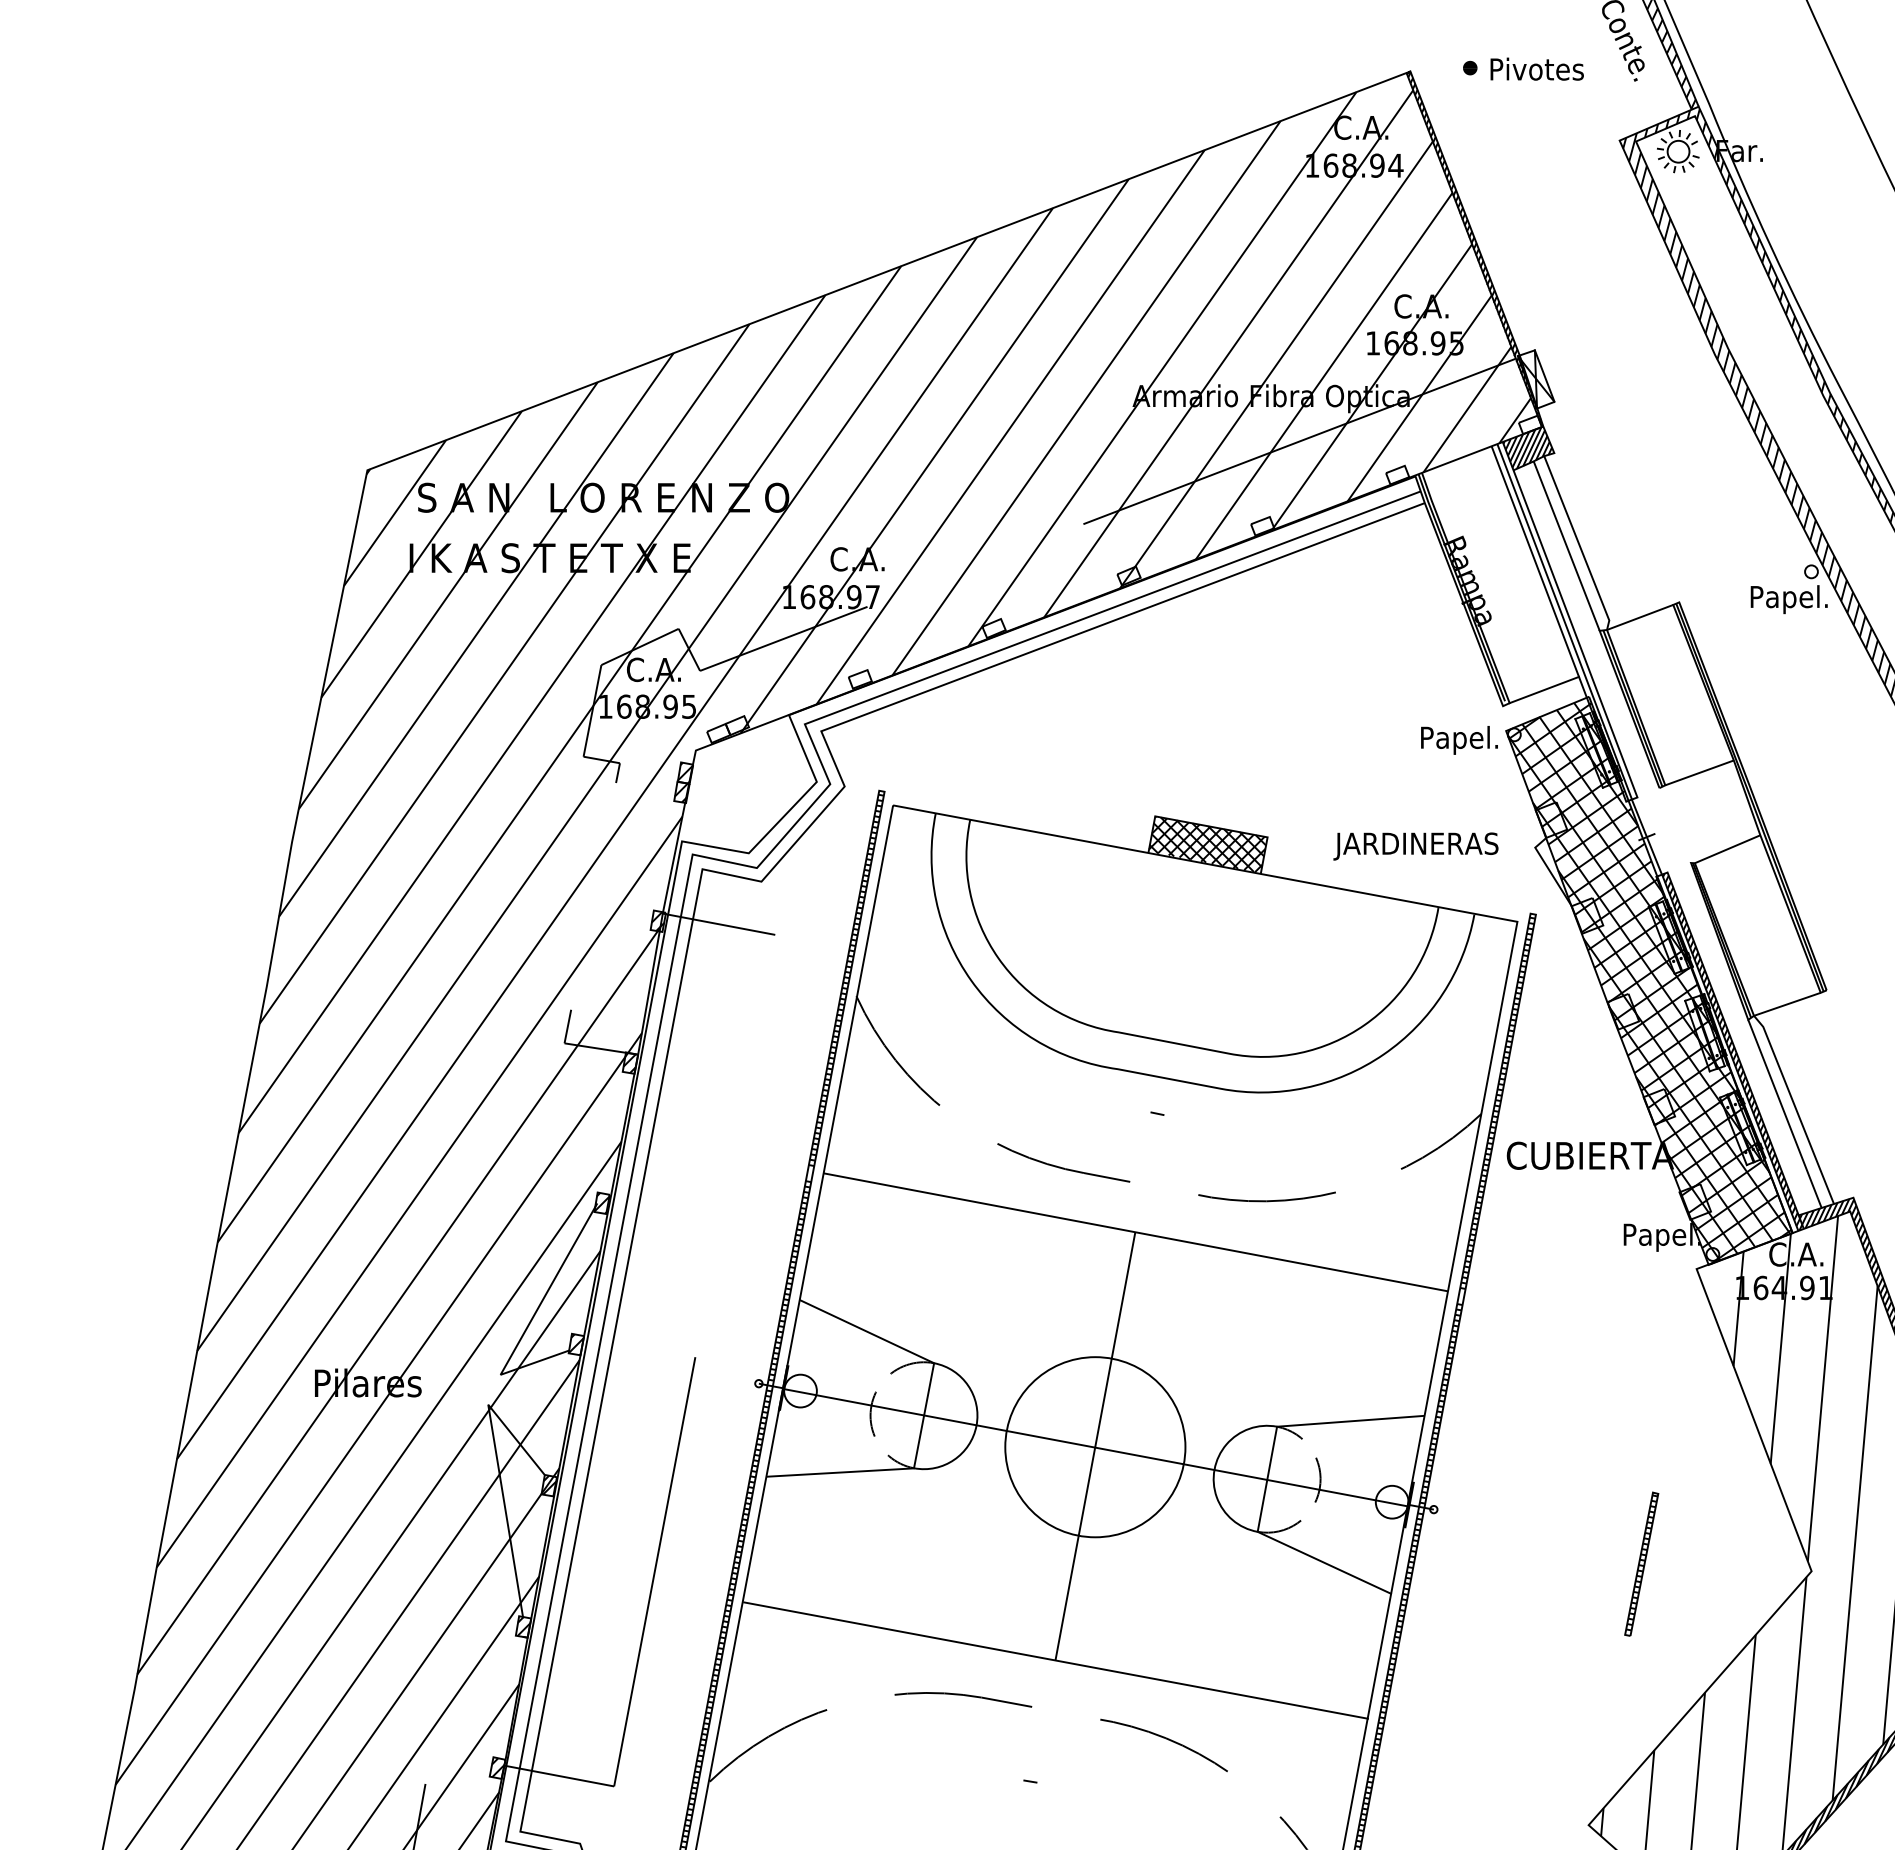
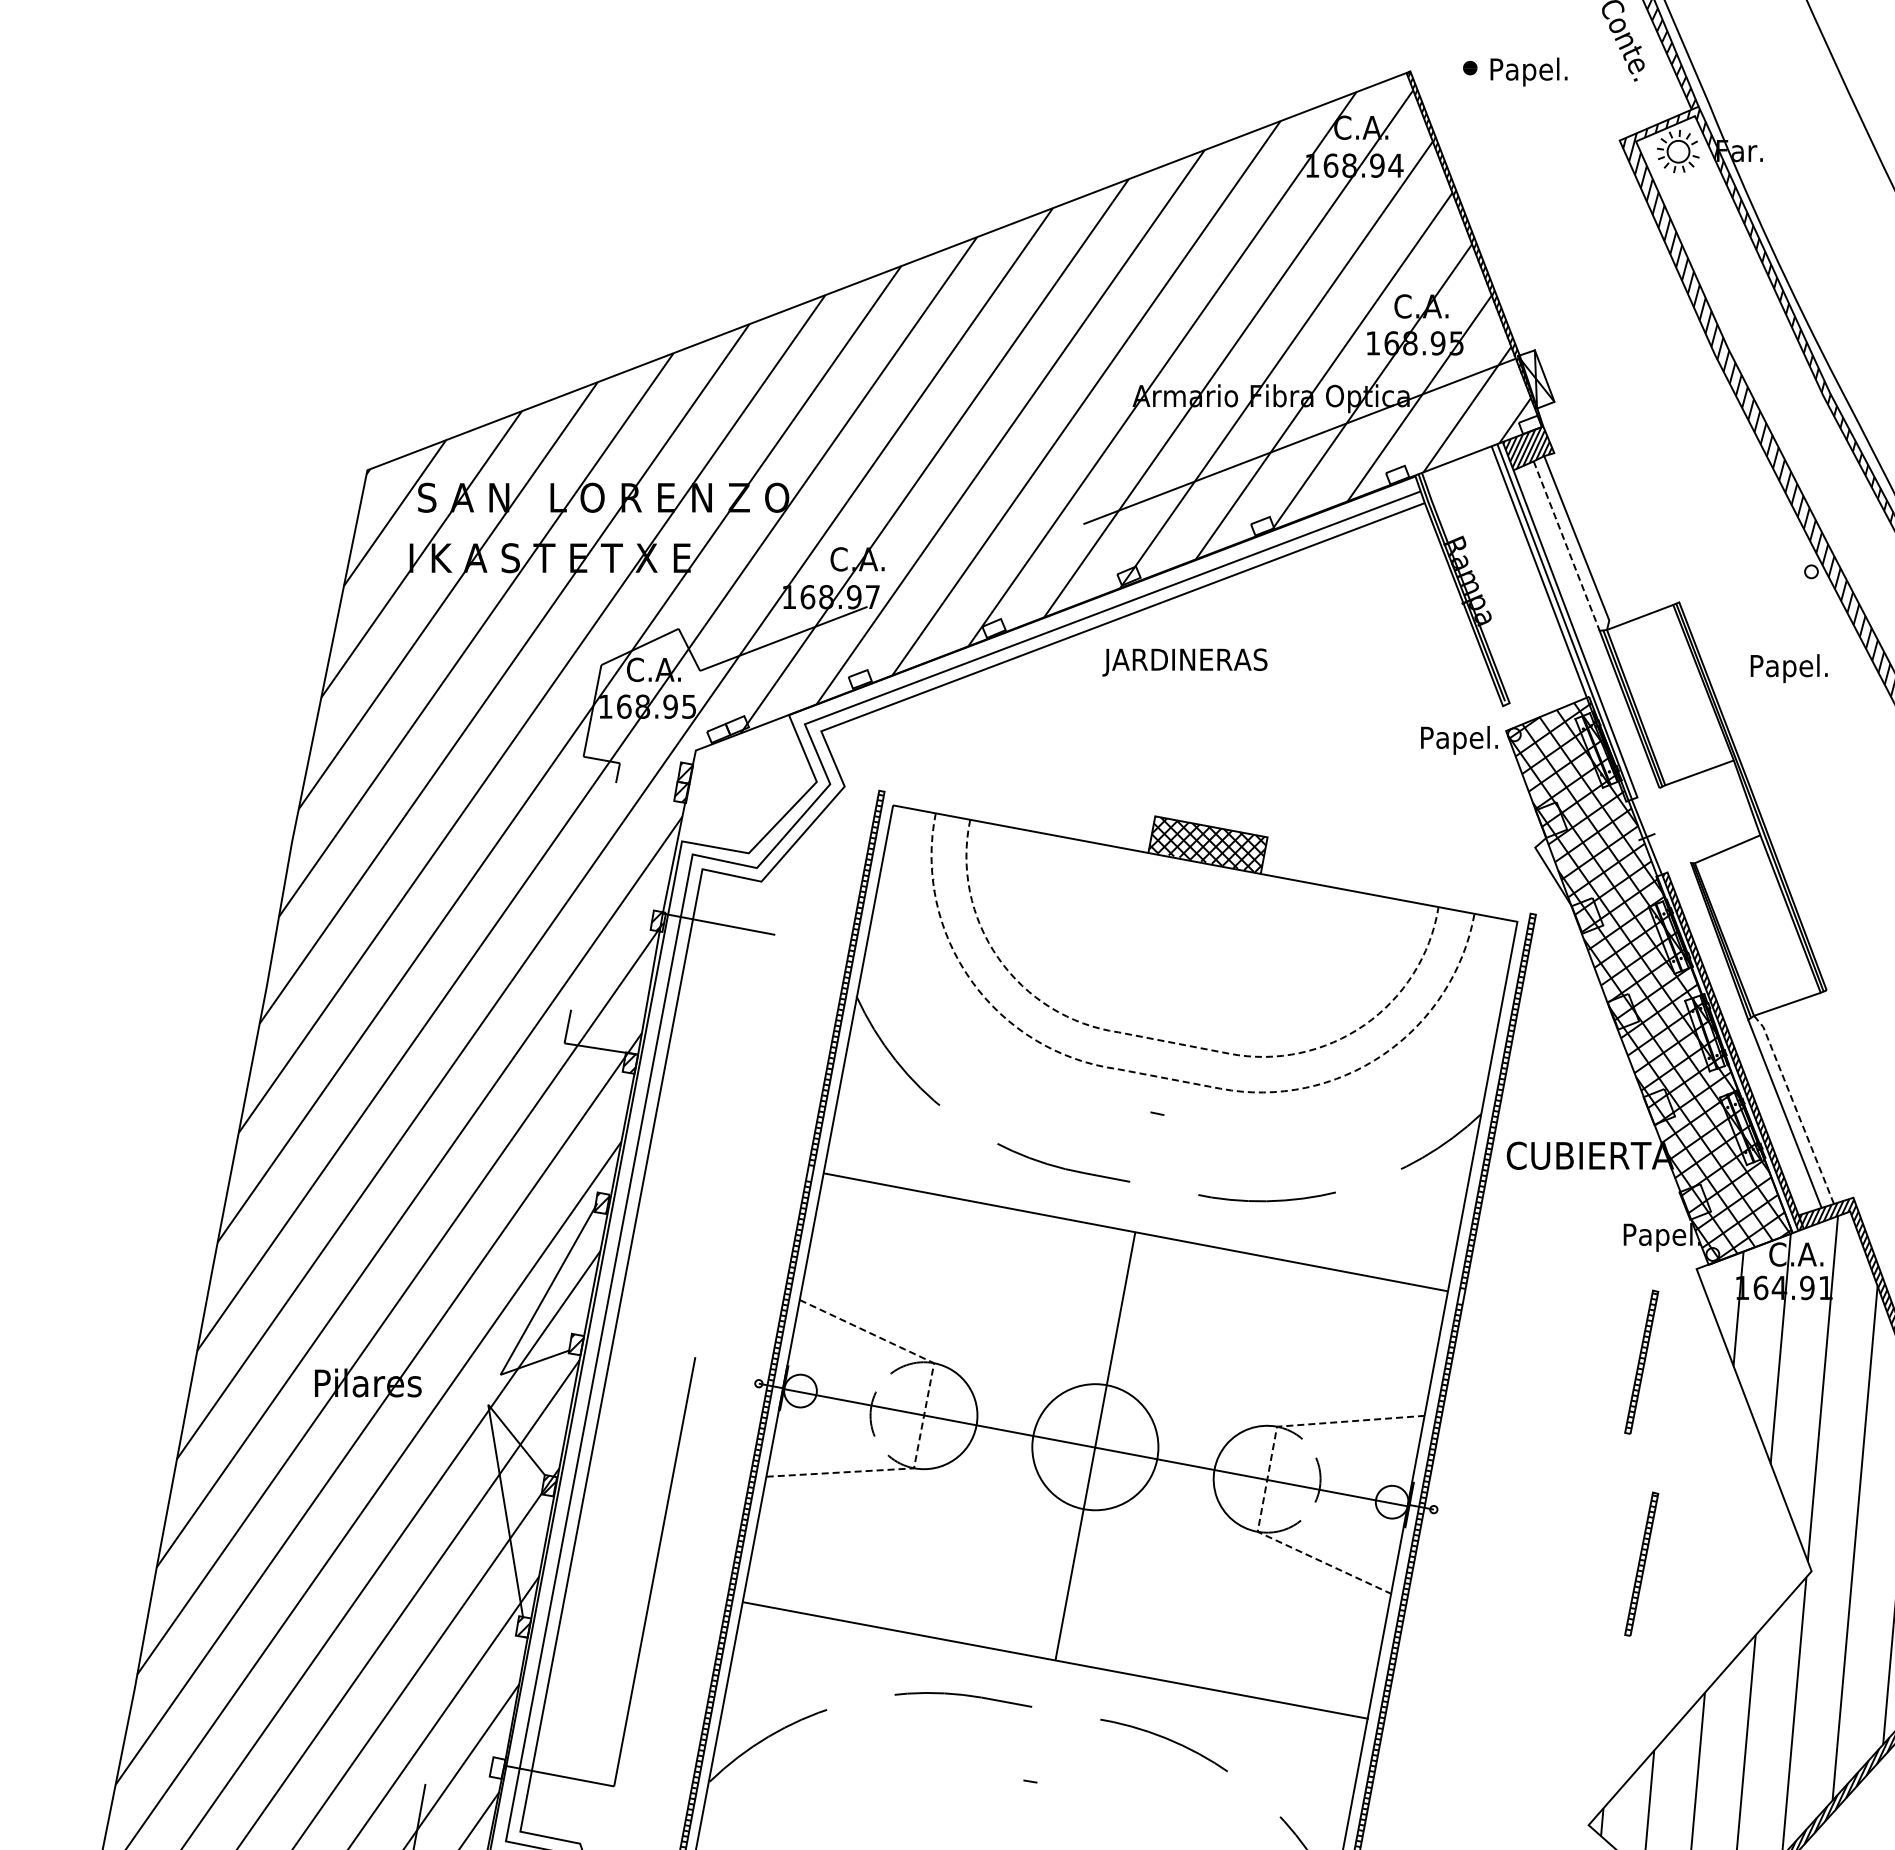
text at (1544, 71): Pivotes -> Papel.
line at (1566, 546): solid -> dashed
text at (1788, 599) position: (1788, 599) -> (1788, 668)
line at (1543, 689): present -> none
text at (1415, 846) position: (1415, 846) -> (1184, 662)
line at (1166, 1041): solid -> dashed
line at (1165, 1078): solid -> dashed
line at (1795, 1108): solid -> dashed
part at (1641, 1361): none -> present
line at (924, 1415): solid -> dashed
circle at (1095, 1447) diameter: 180 px -> 126 px
line at (1267, 1478): solid -> dashed
hatch at (498, 1767): present -> none
